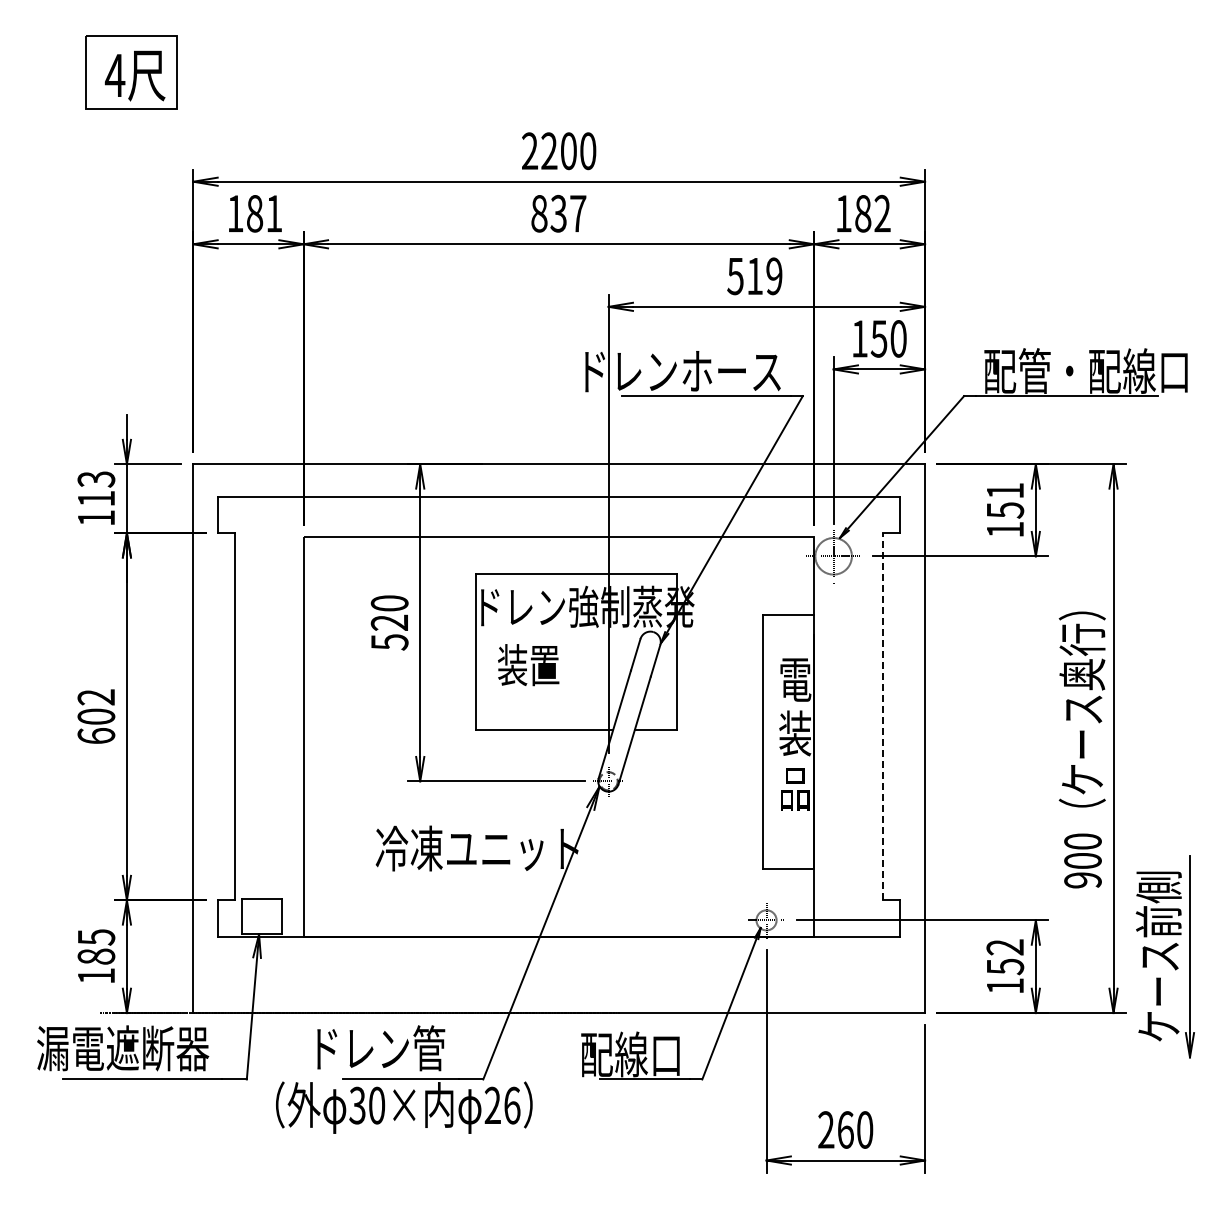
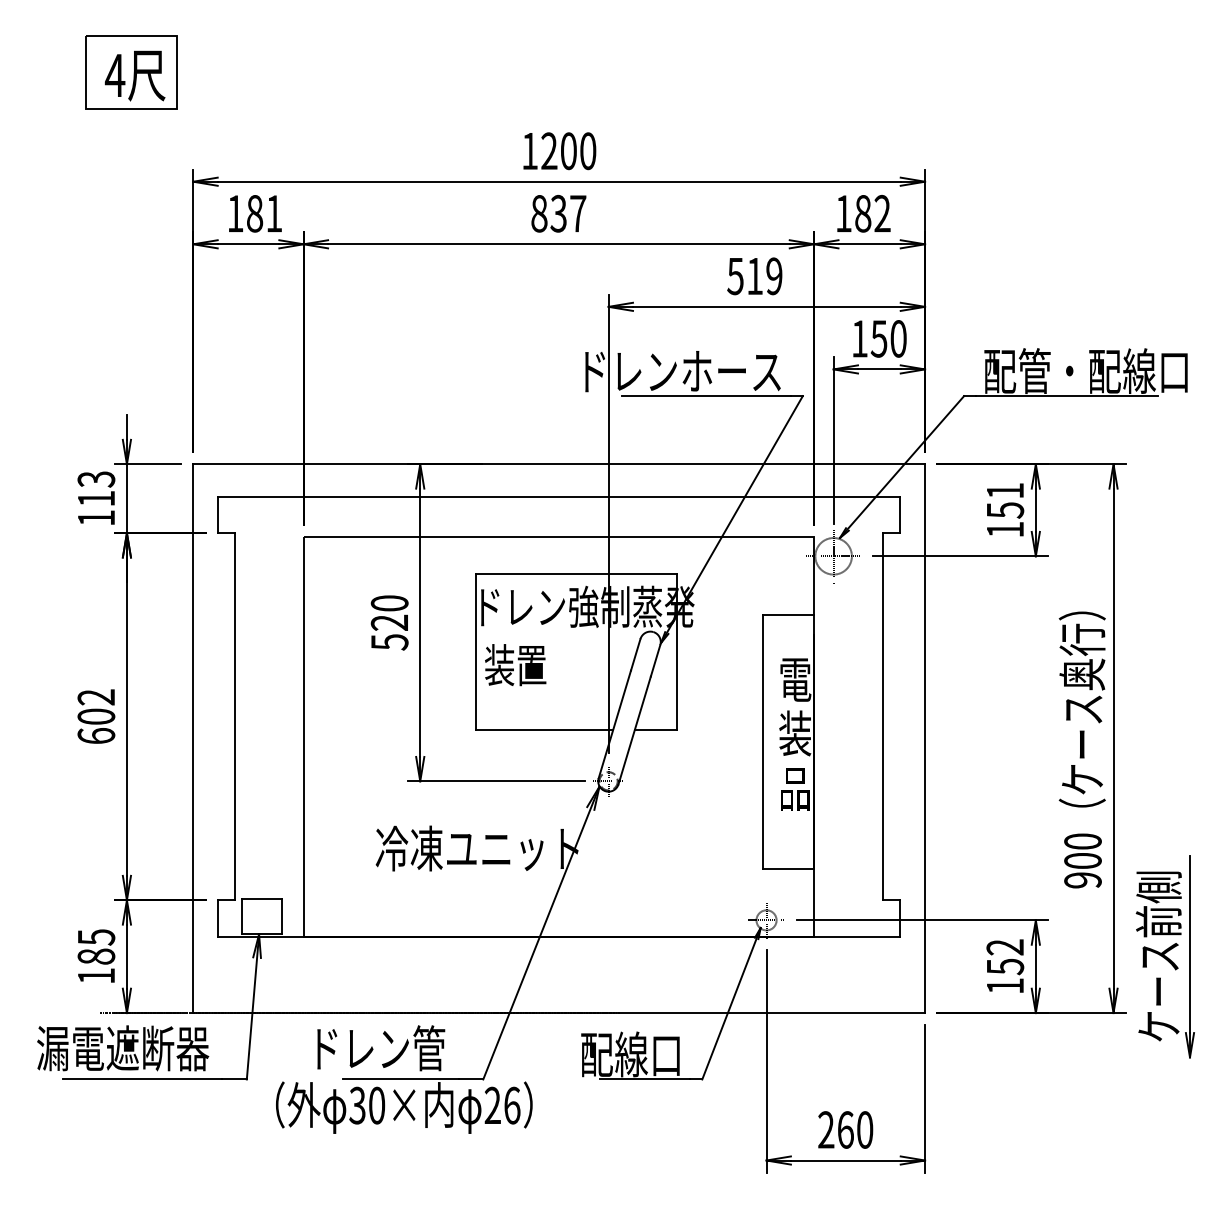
text at (529, 150): 2200 -> 1200
text at (528, 665) position: (528, 665) -> (515, 665)
line at (883, 716): dashed -> solid
